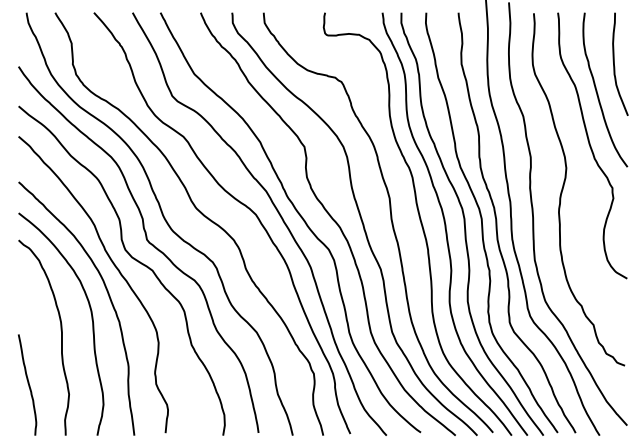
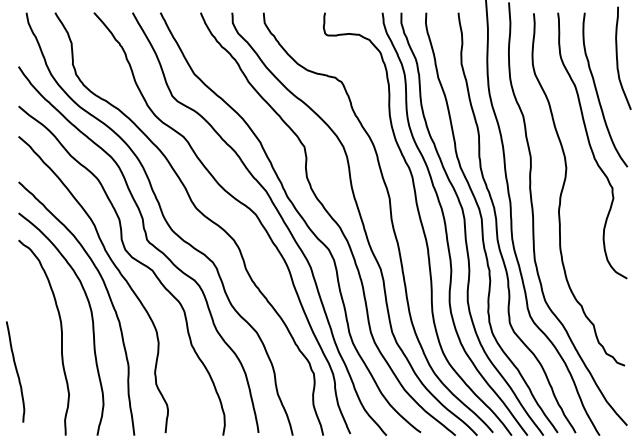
curve at (615, 66) position: (615, 66) -> (618, 60)
curve at (27, 383) position: (27, 383) -> (15, 370)
